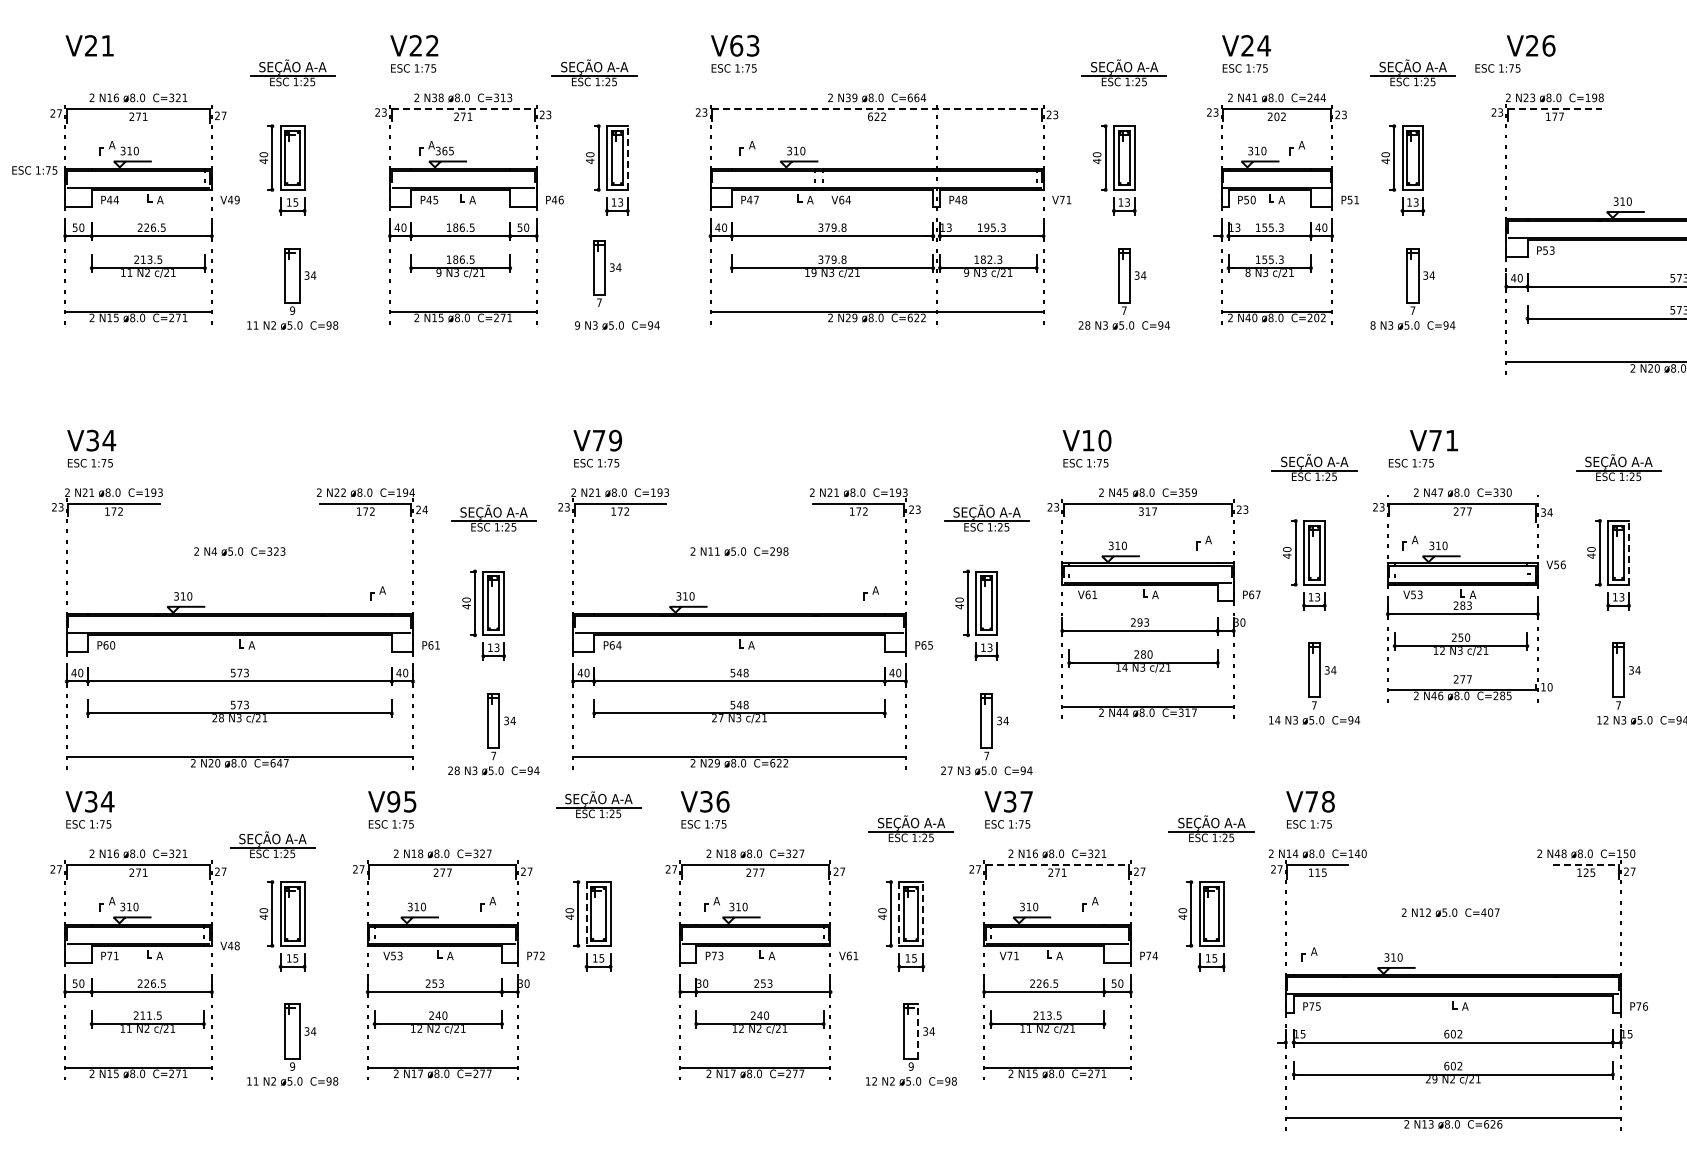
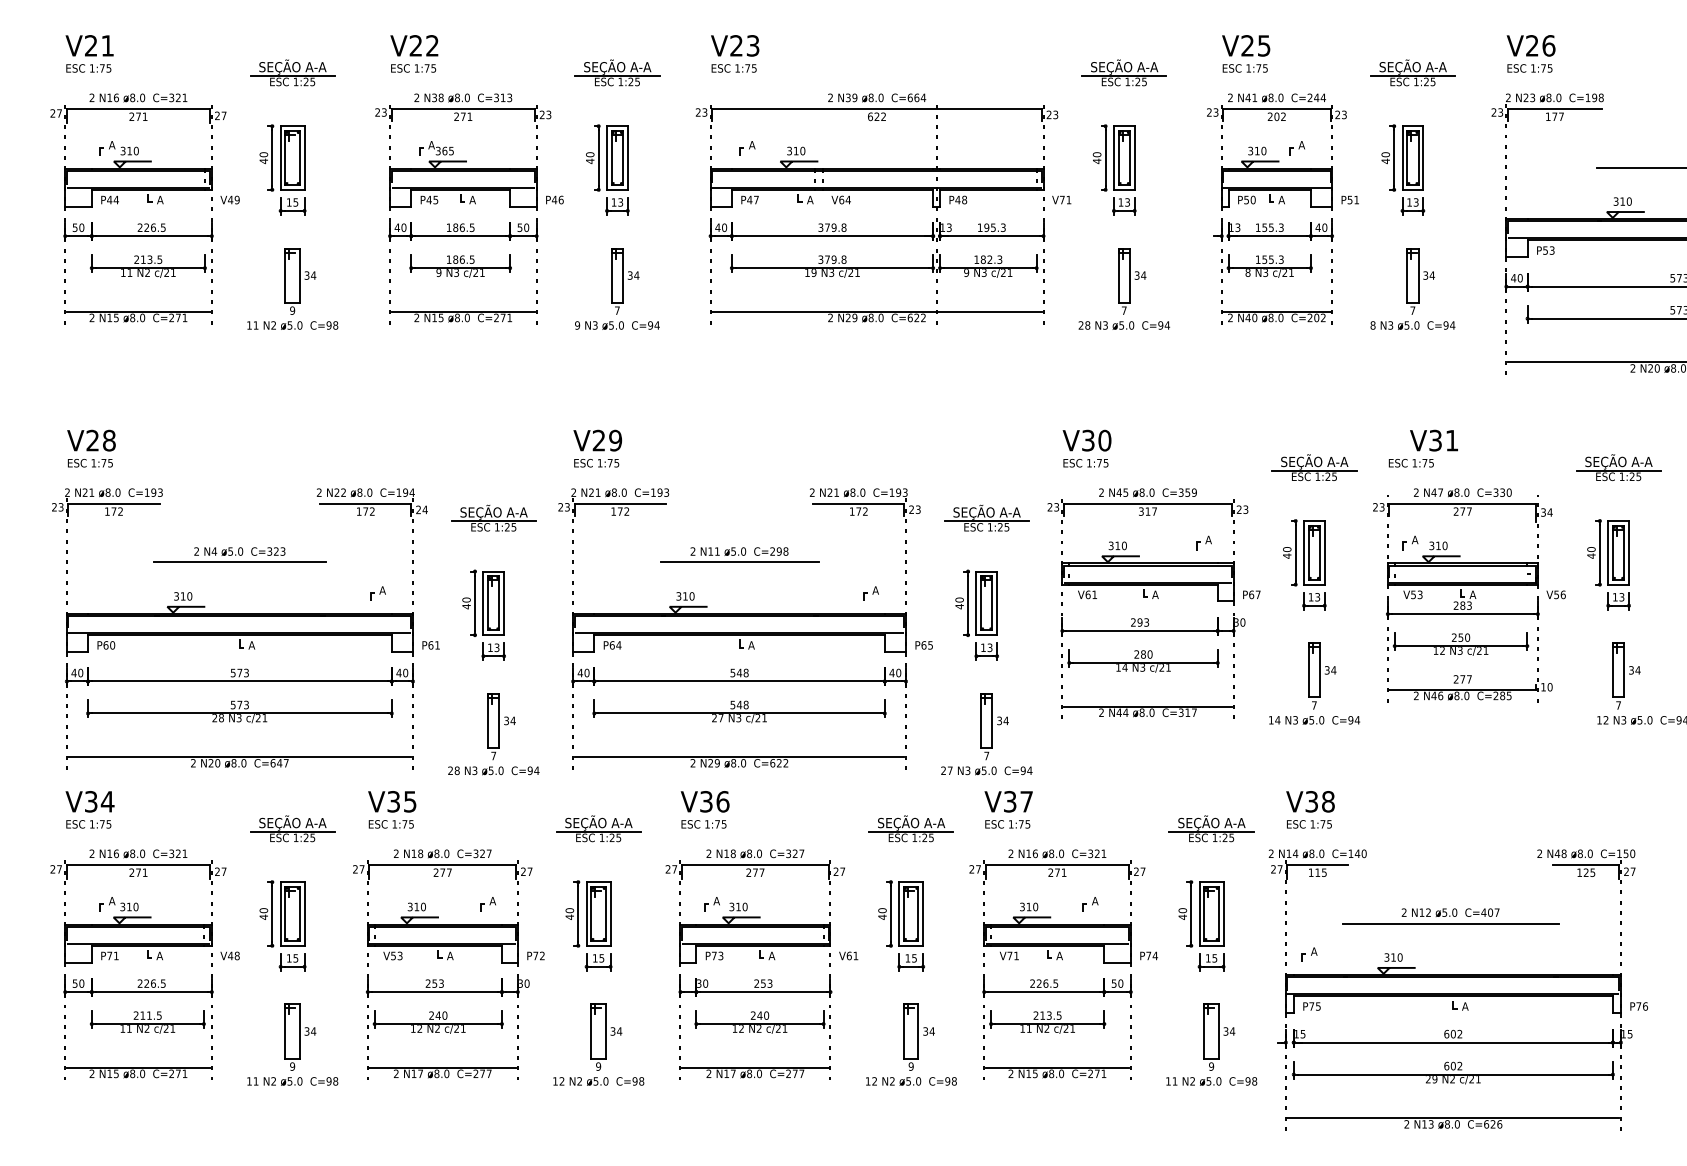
text at (736, 45): V63 -> V23
text at (1264, 45): V24 -> V25
text at (1497, 68) position: (1497, 68) -> (1529, 68)
part at (594, 72) position: (594, 72) -> (617, 72)
line at (463, 108): dashed -> solid
line at (877, 108): dashed -> solid
line at (1554, 108): dashed -> solid
line at (627, 158): dashed -> solid
line at (1639, 167): none -> present
text at (34, 170) position: (34, 170) -> (88, 68)
part at (607, 273) position: (607, 273) -> (625, 281)
text at (101, 440): V34 -> V28
text at (598, 440): V79 -> V29
text at (1088, 440): V10 -> V30
text at (1435, 440): V71 -> V31
line at (1628, 552): dashed -> solid
line at (239, 562): none -> present
line at (739, 562): none -> present
text at (1555, 564) position: (1555, 564) -> (1555, 594)
text at (393, 801): V95 -> V35
text at (1311, 801): V78 -> V38
part at (598, 804) position: (598, 804) -> (598, 828)
part at (272, 844) position: (272, 844) -> (292, 828)
line at (1057, 864): dashed -> solid
line at (1586, 864): dashed -> solid
line at (586, 913): dashed -> solid
line at (899, 913): dashed -> solid
line at (923, 913): dashed -> solid
line at (1450, 923): none -> present
text at (229, 945) position: (229, 945) -> (229, 955)
line at (918, 1031): dashed -> solid
part at (598, 1044): none -> present
part at (1211, 1044): none -> present
